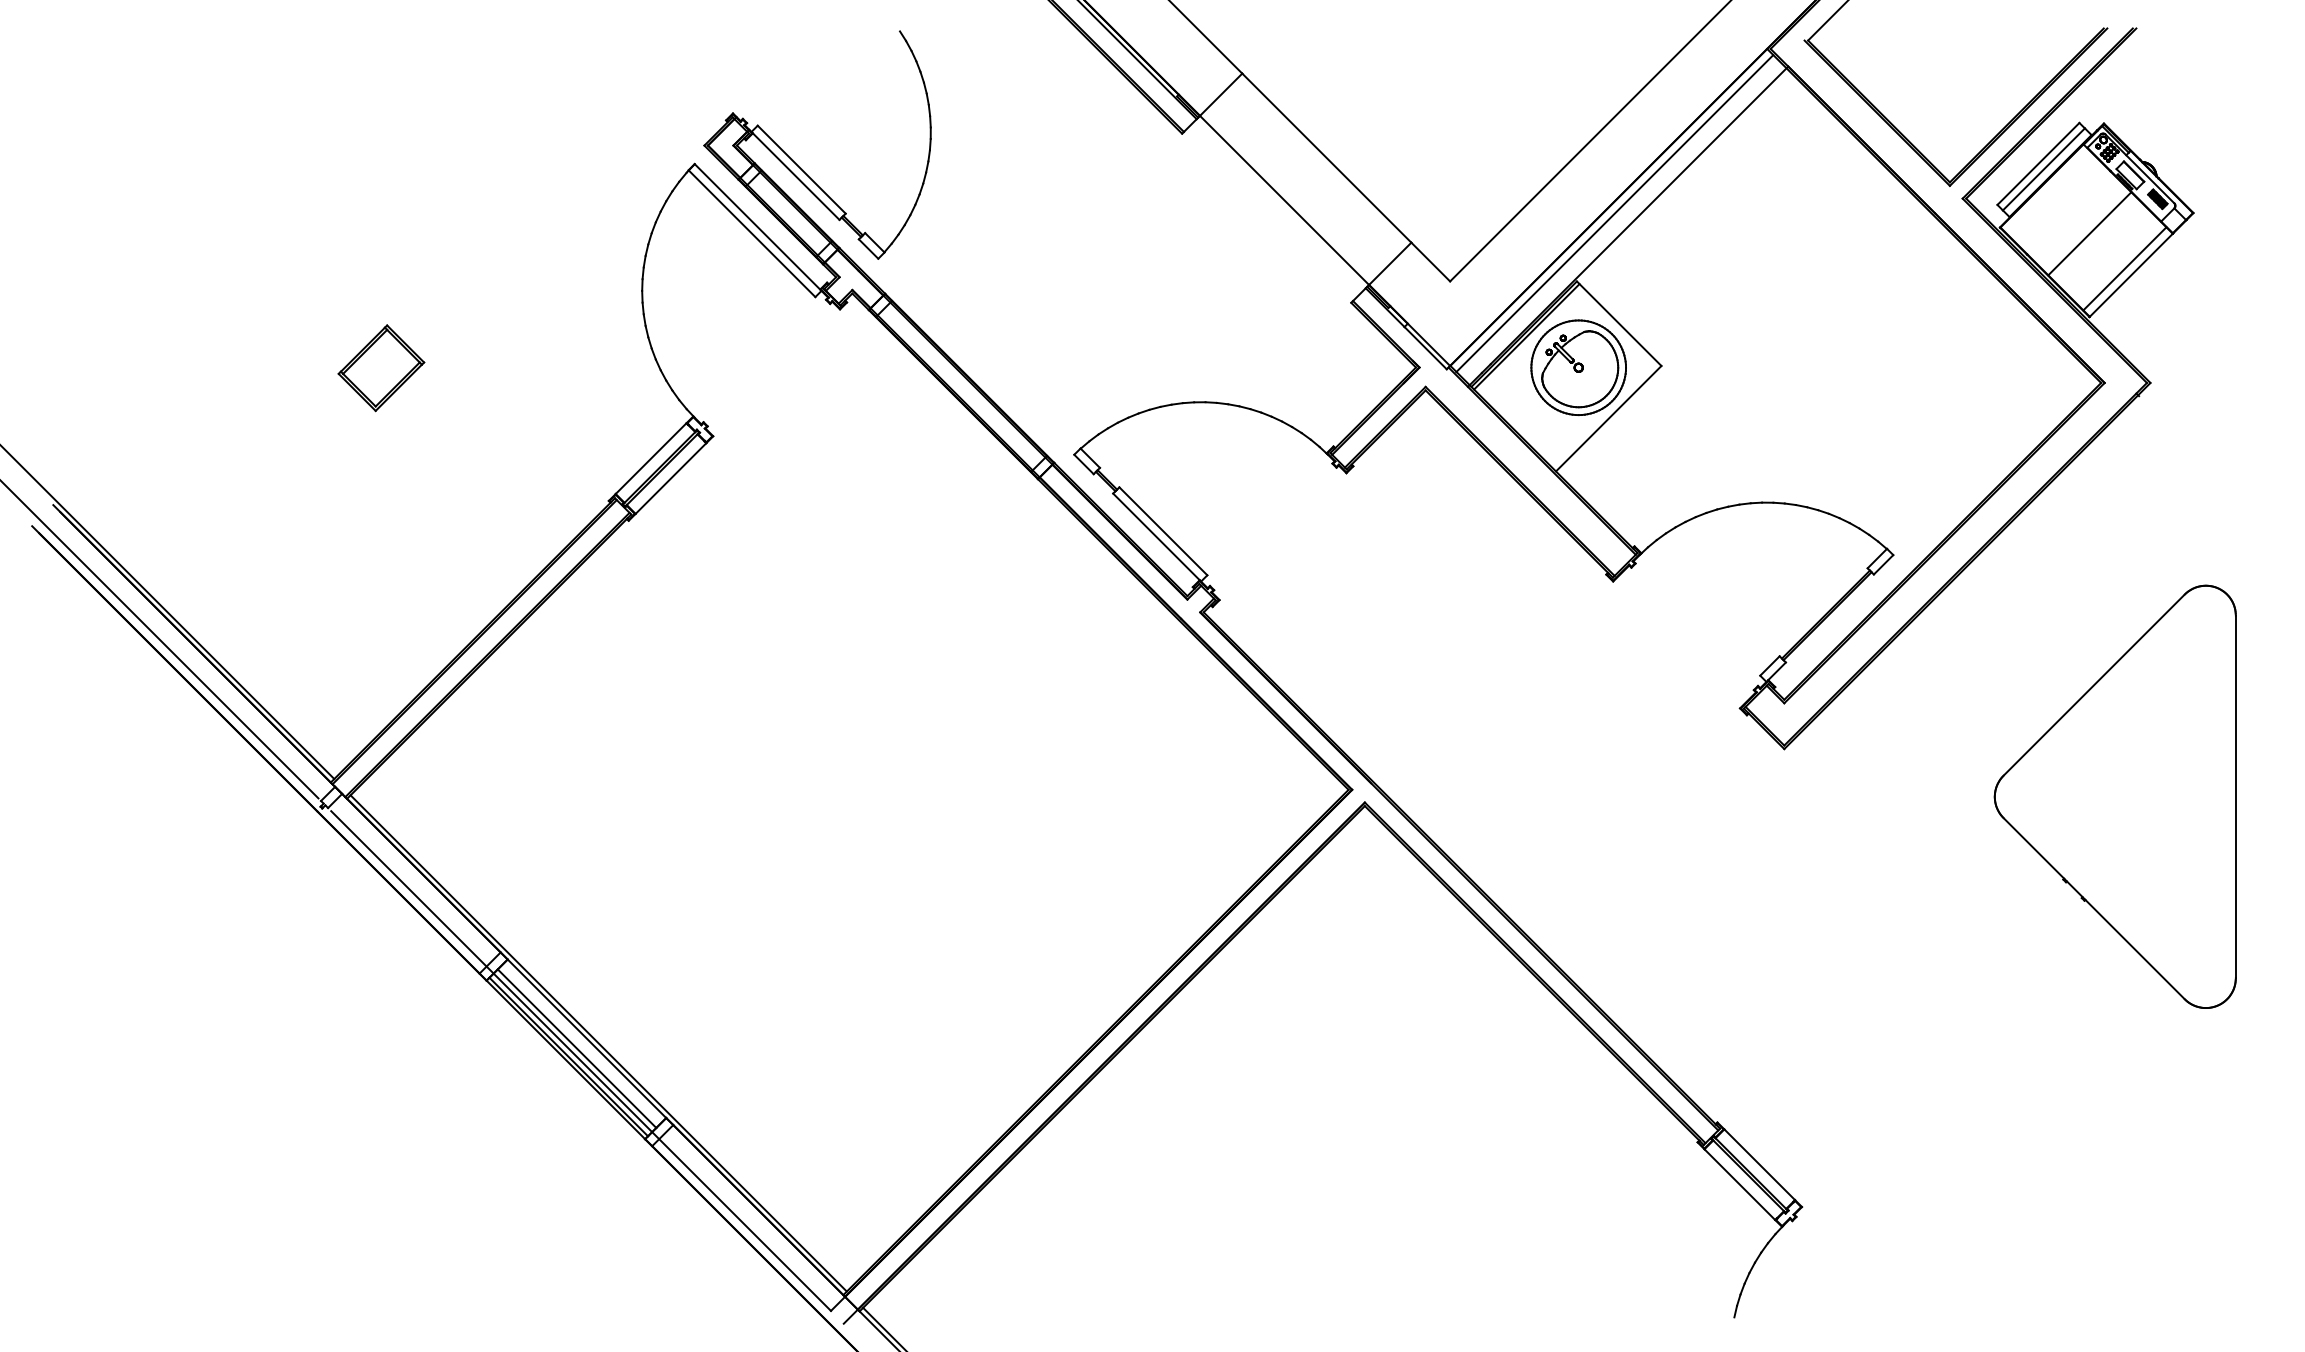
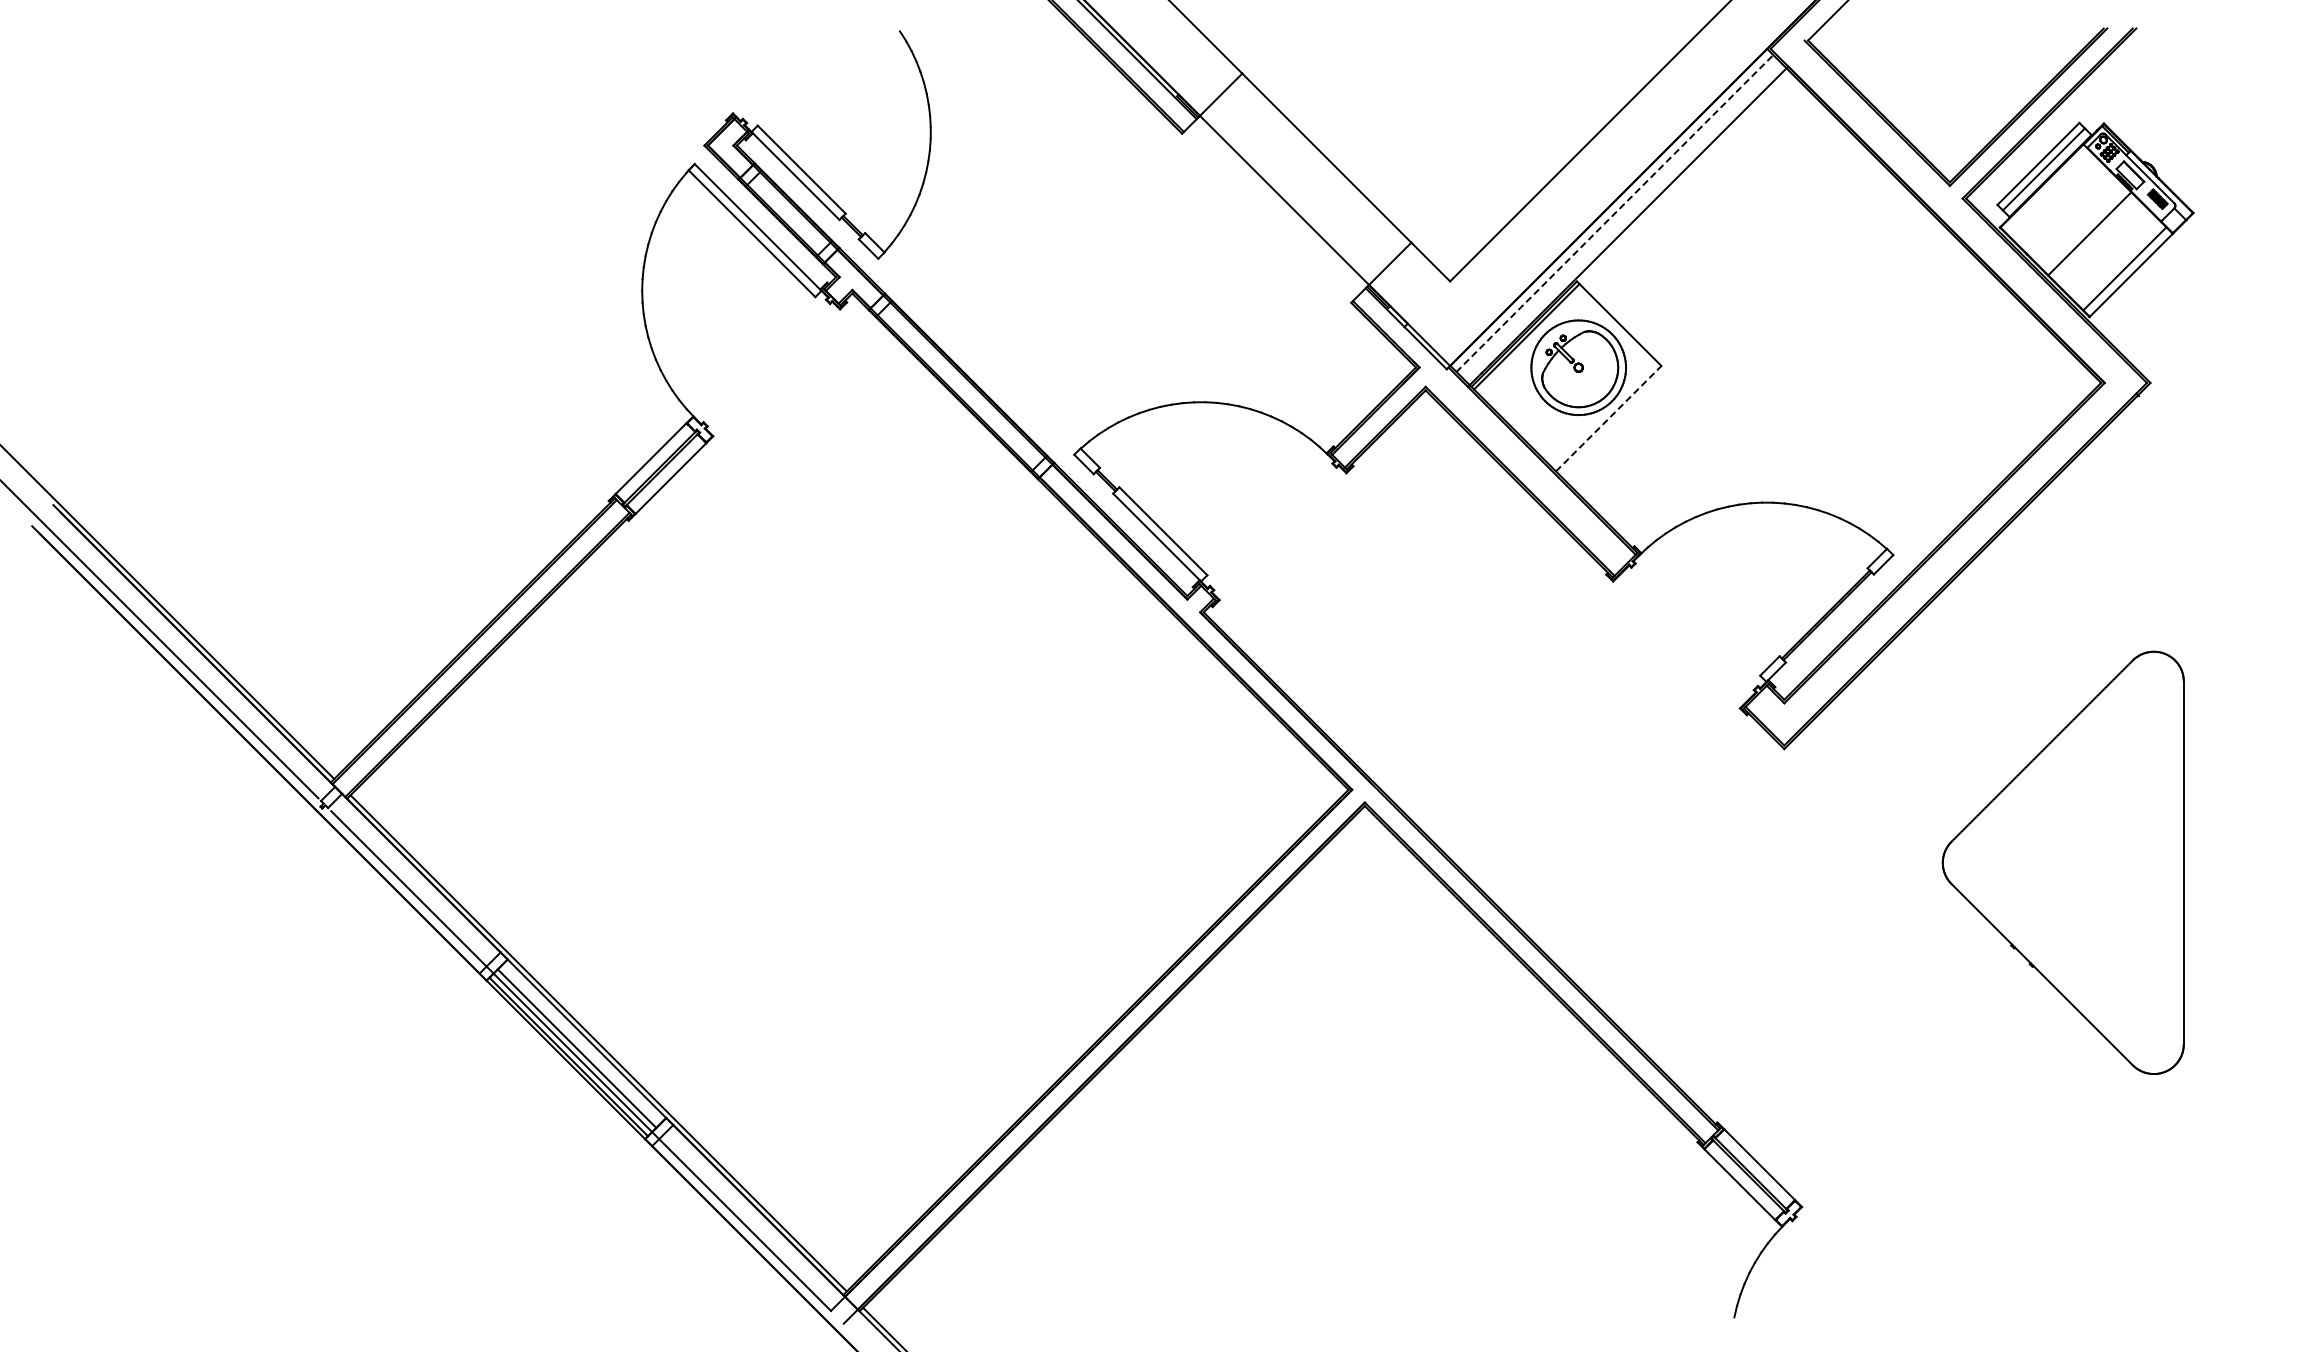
line at (1615, 213): solid -> dashed
part at (381, 368): present -> none
line at (1608, 418): solid -> dashed
part at (2114, 796) position: (2114, 796) -> (2062, 862)
